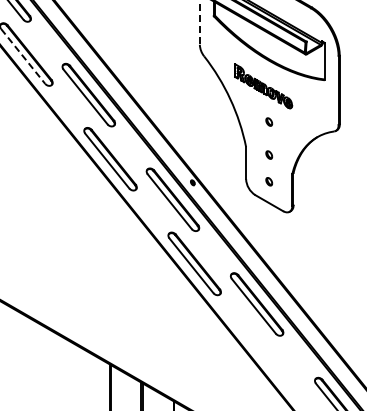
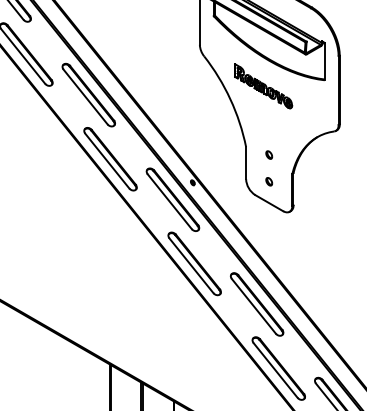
line at (199, 23): dashed -> solid
line at (23, 56): dashed -> solid
part at (269, 121): present -> none
part at (278, 368): none -> present
